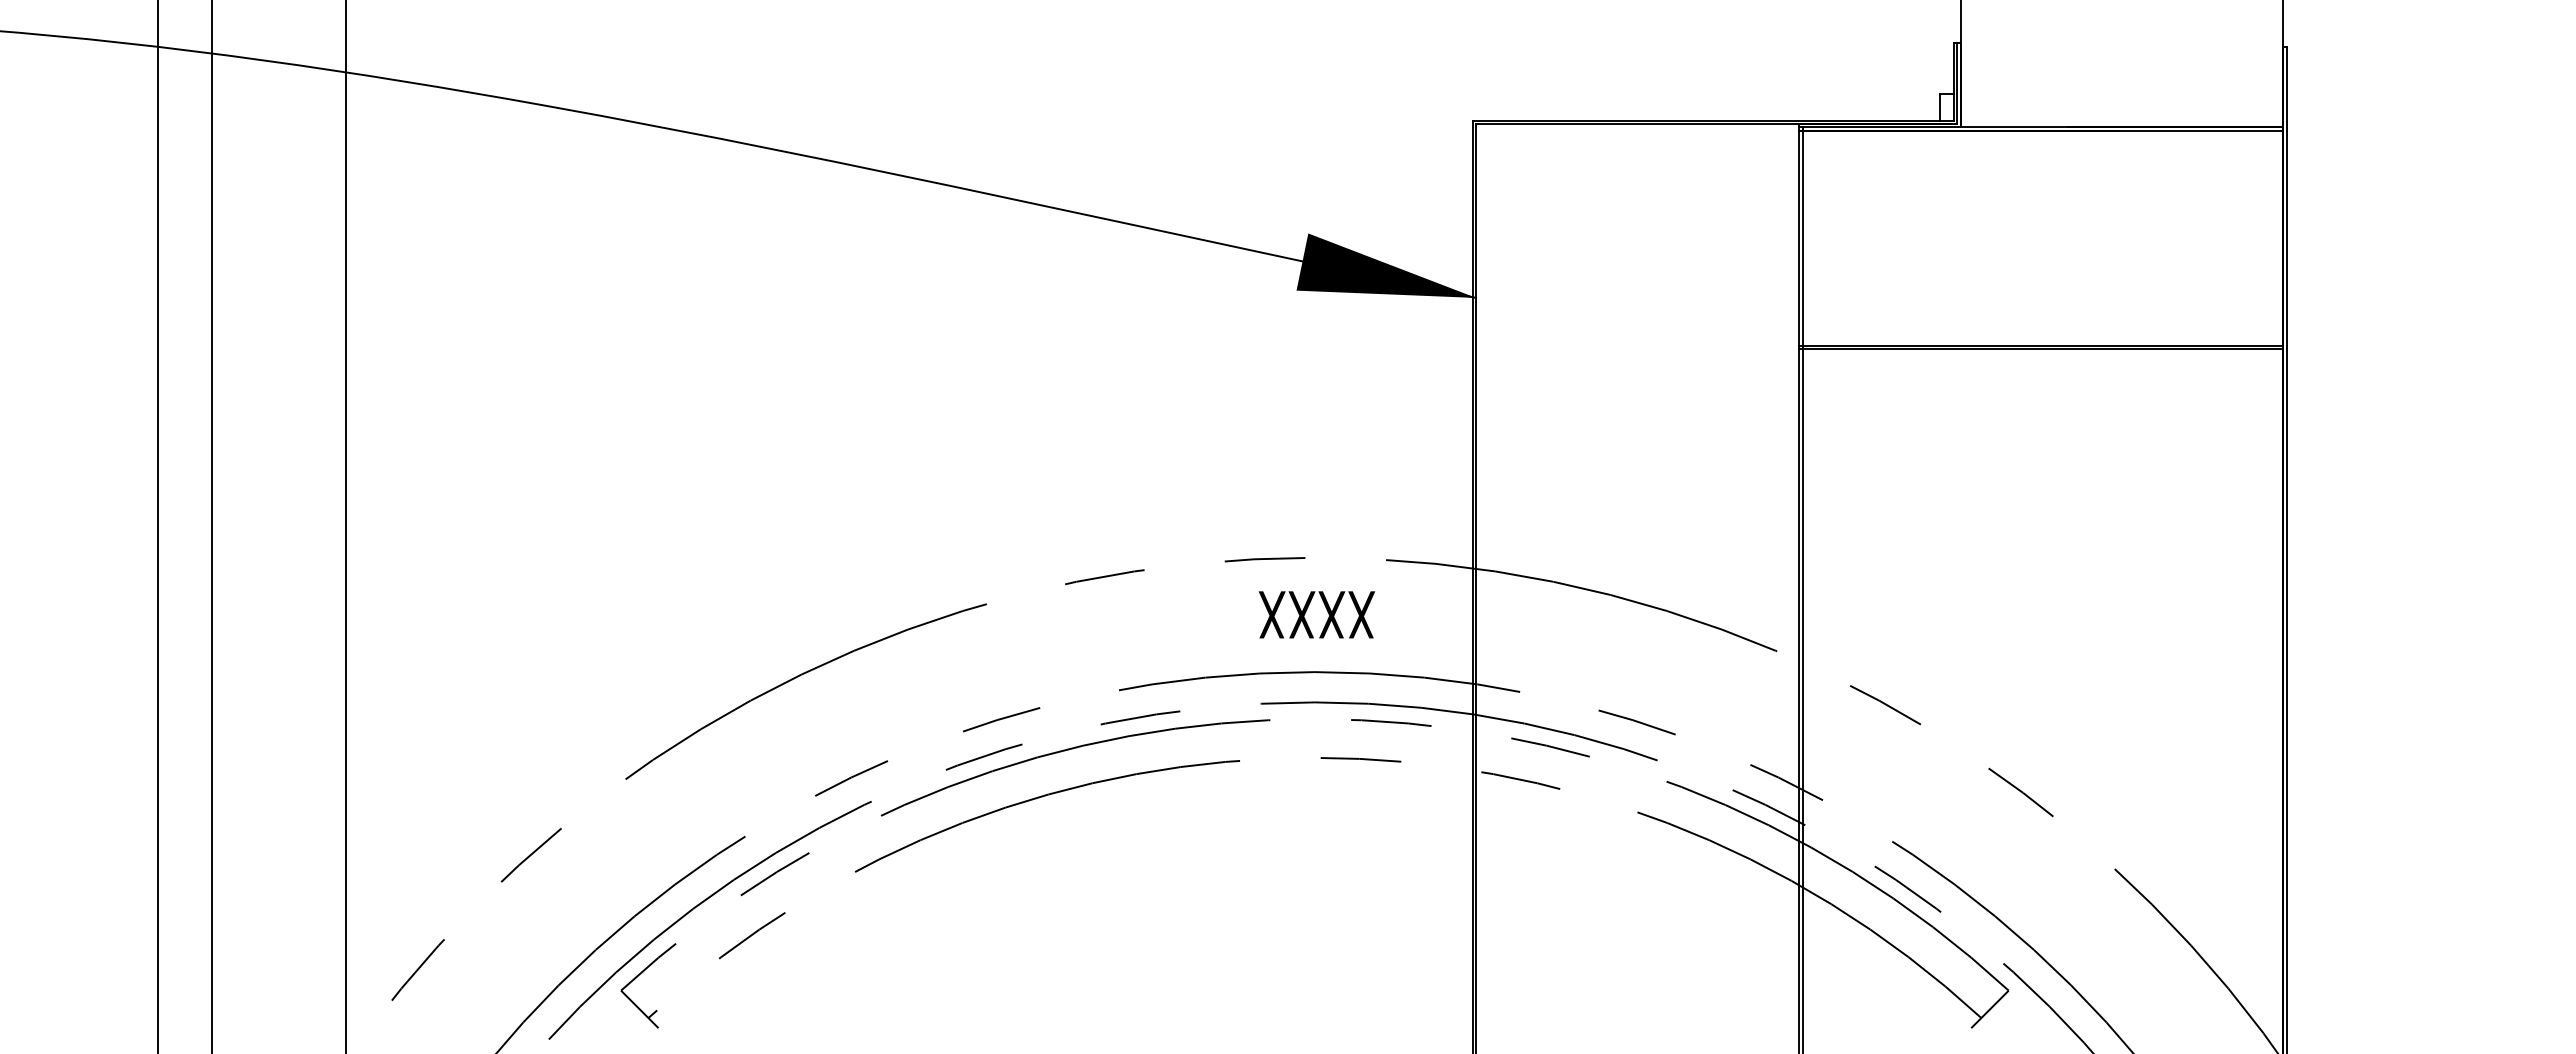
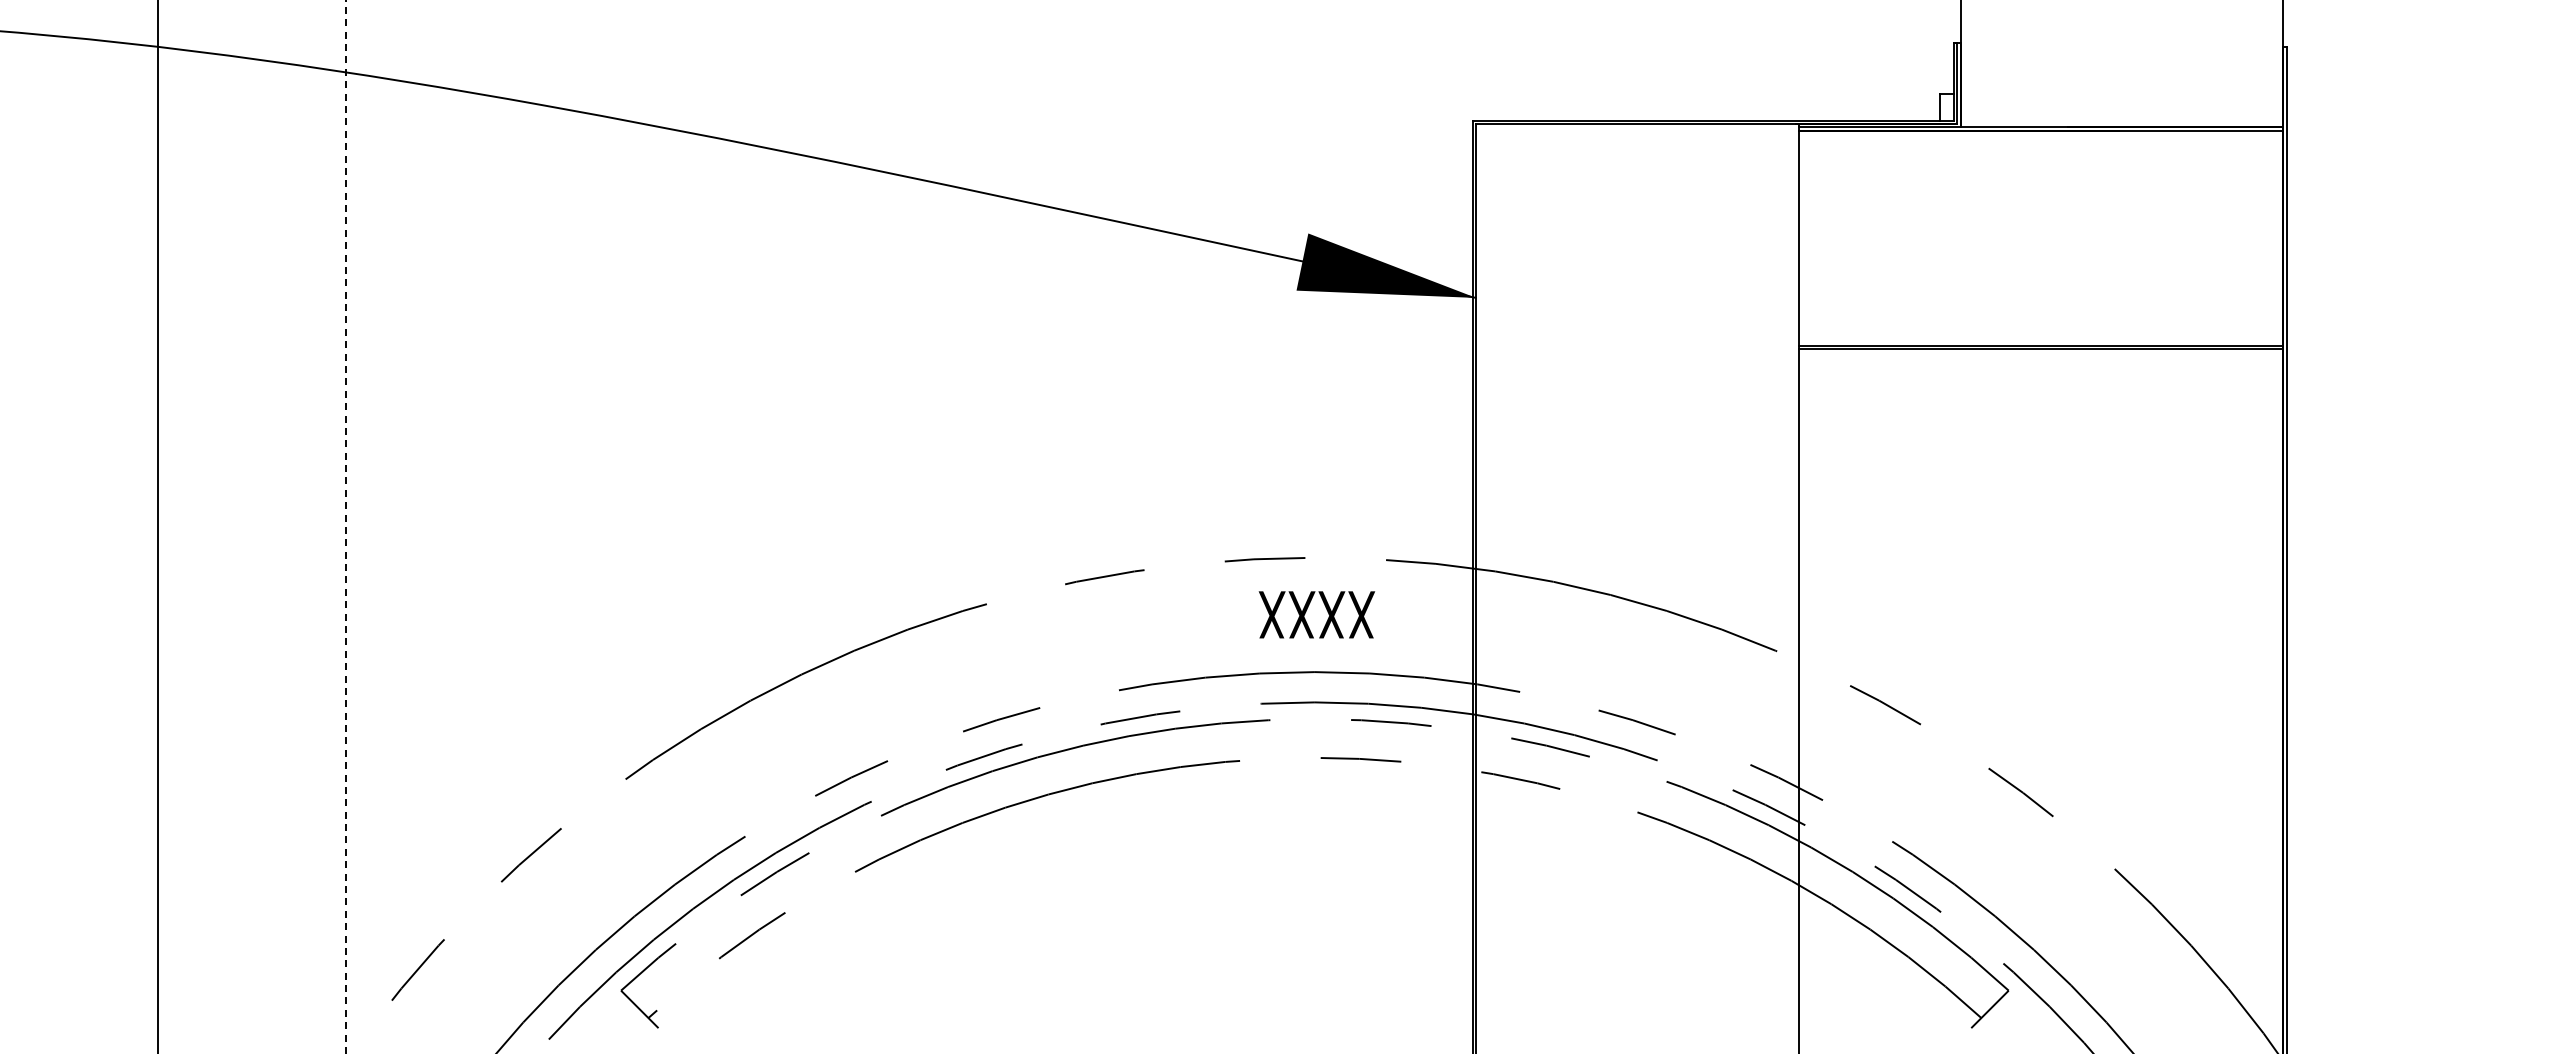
line at (211, 526): present -> none
line at (346, 526): solid -> dashed
line at (1802, 588): present -> none
